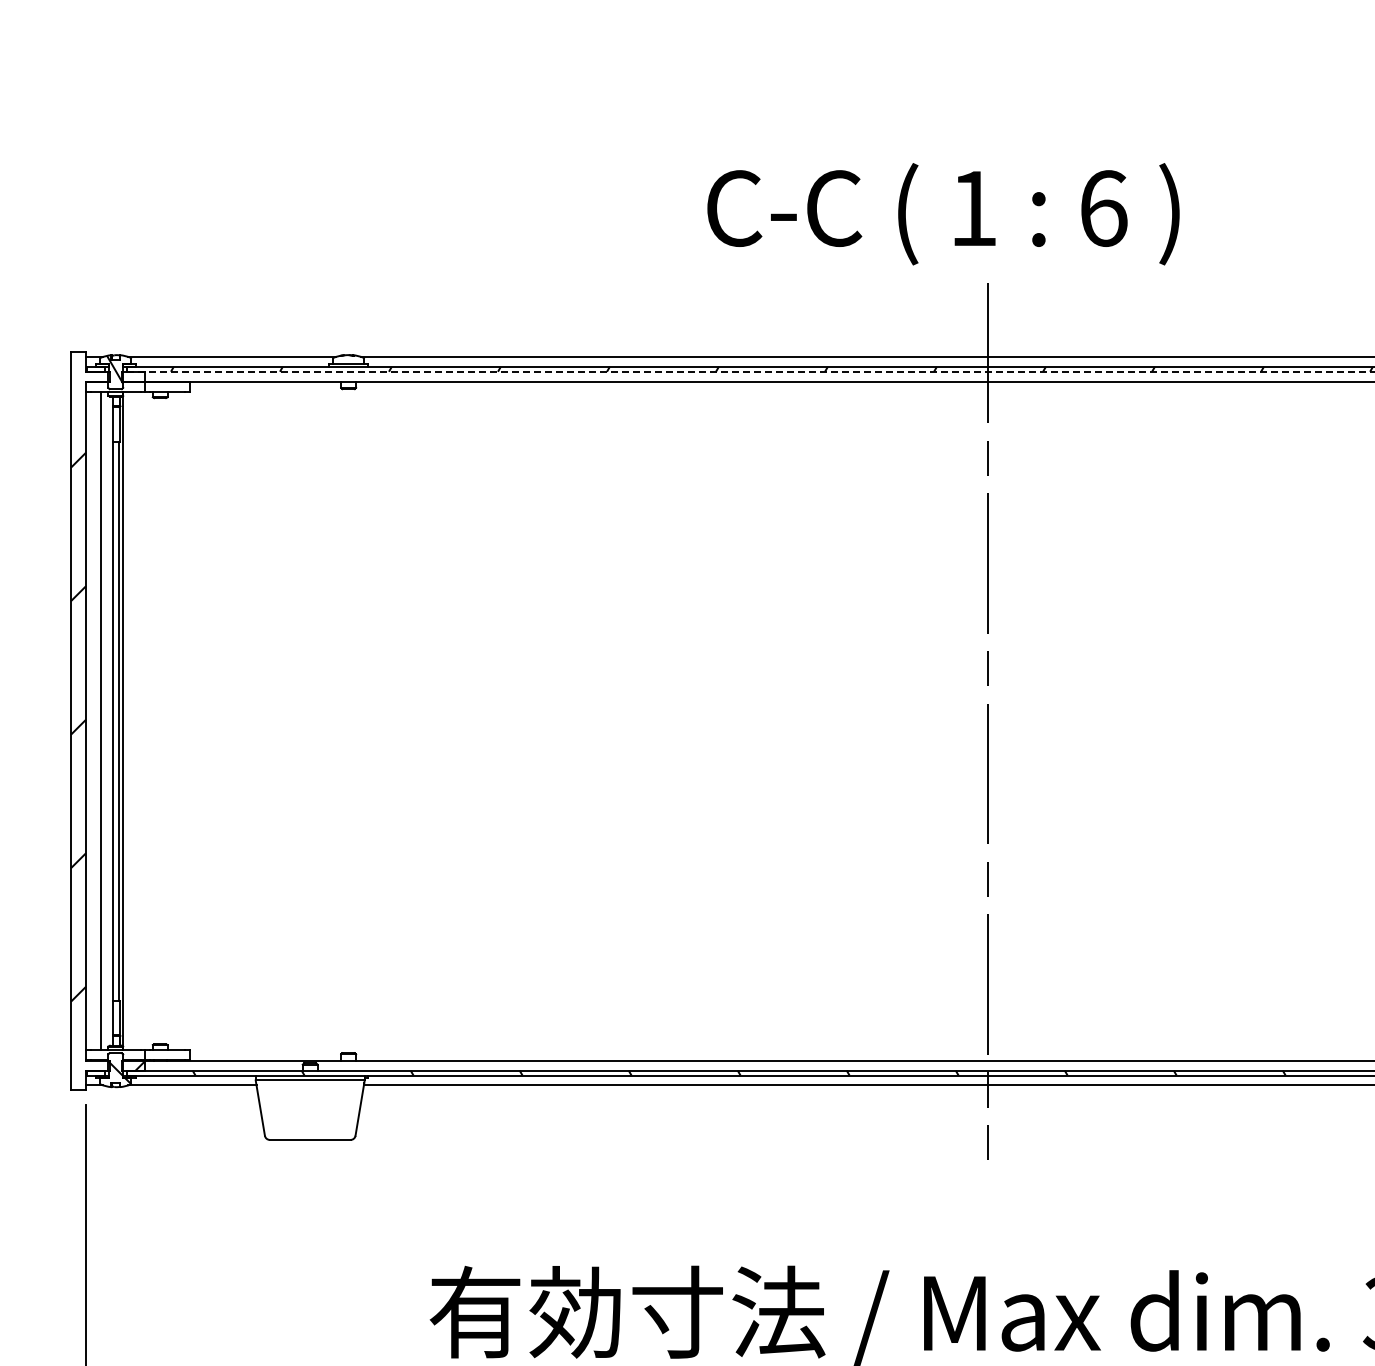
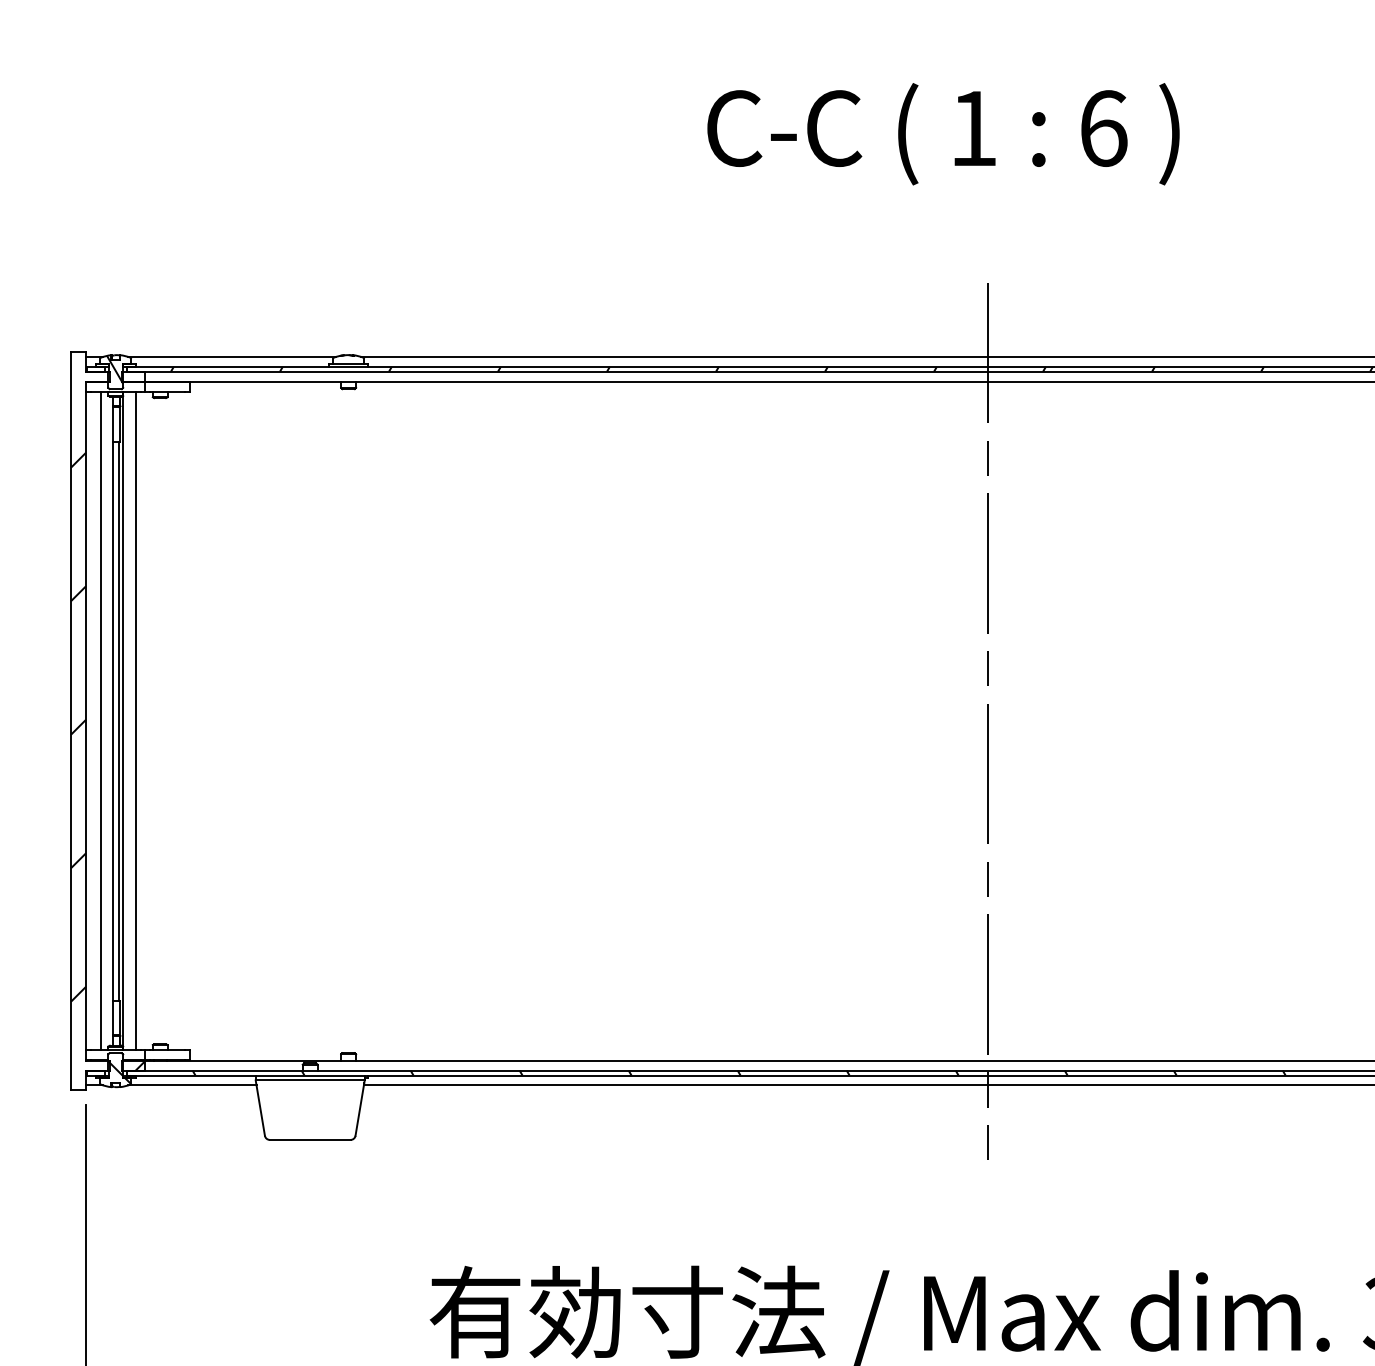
text at (943, 214) position: (943, 214) -> (943, 134)
line at (750, 371): dashed -> solid
line at (135, 721): none -> present
